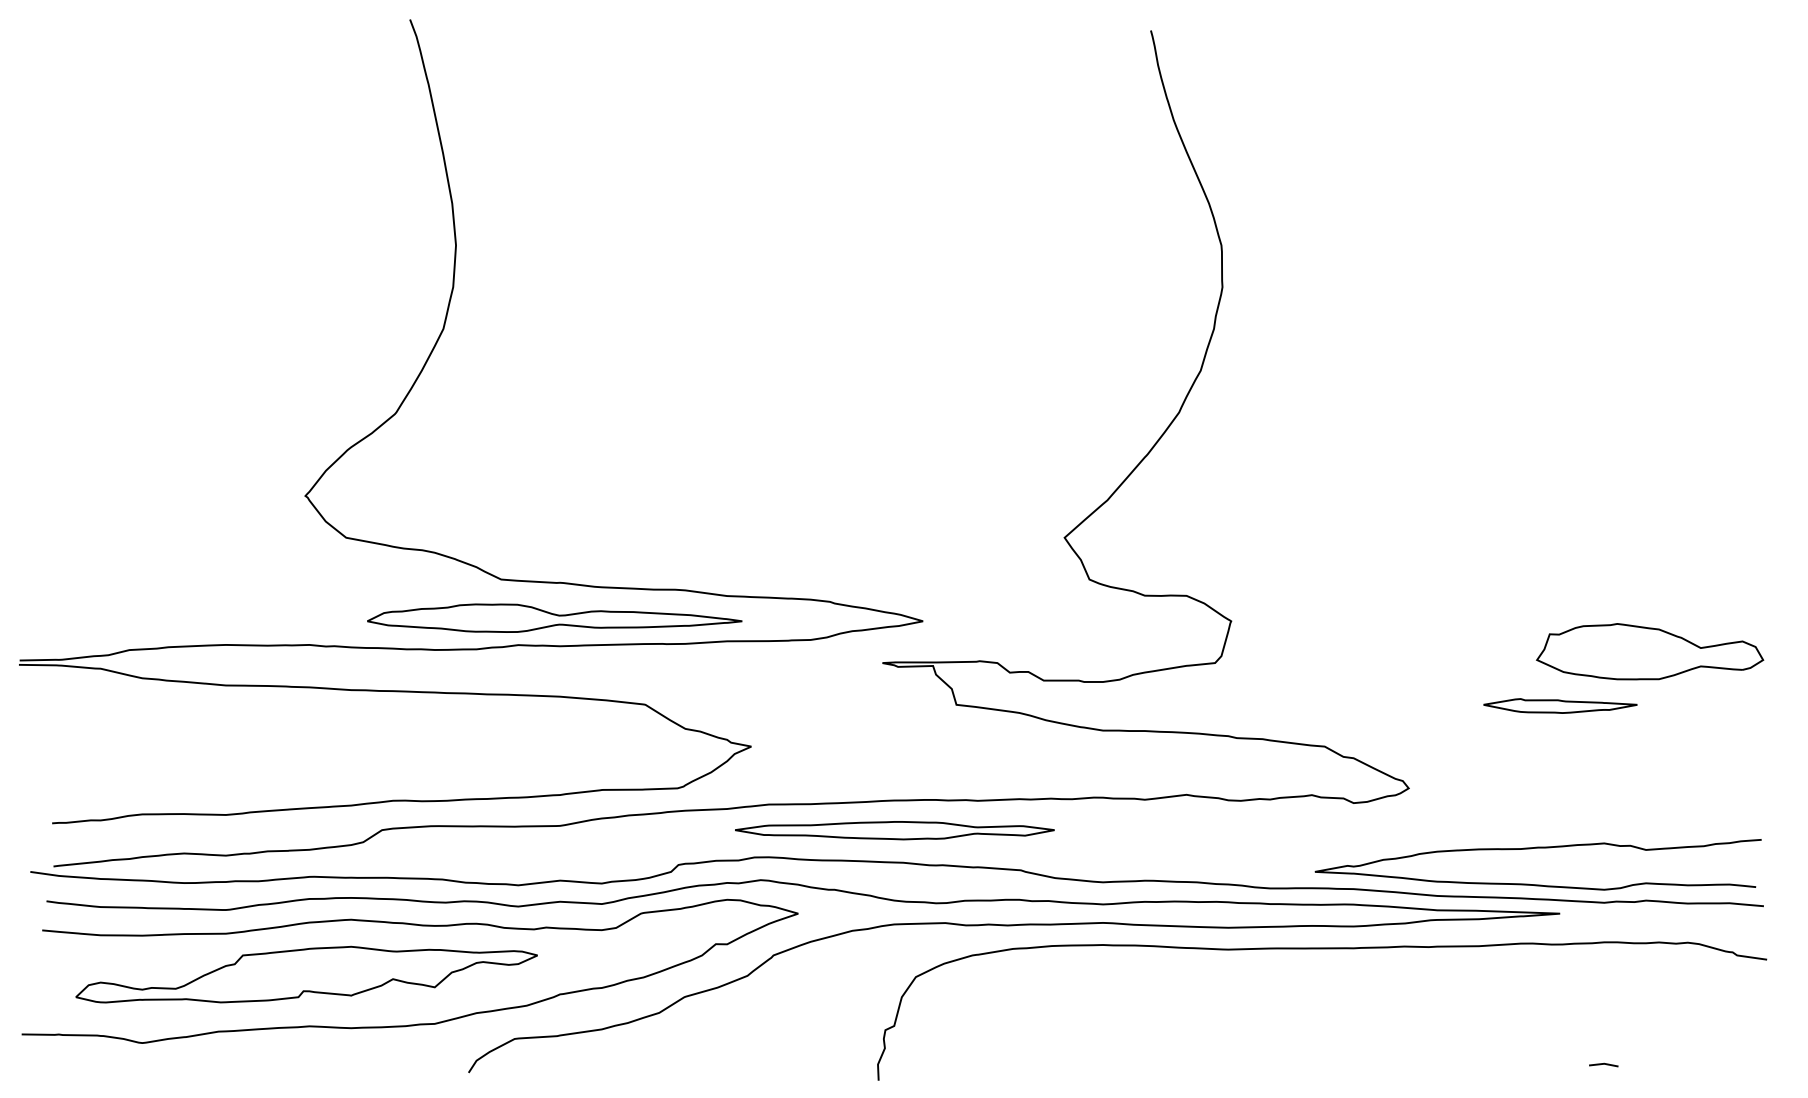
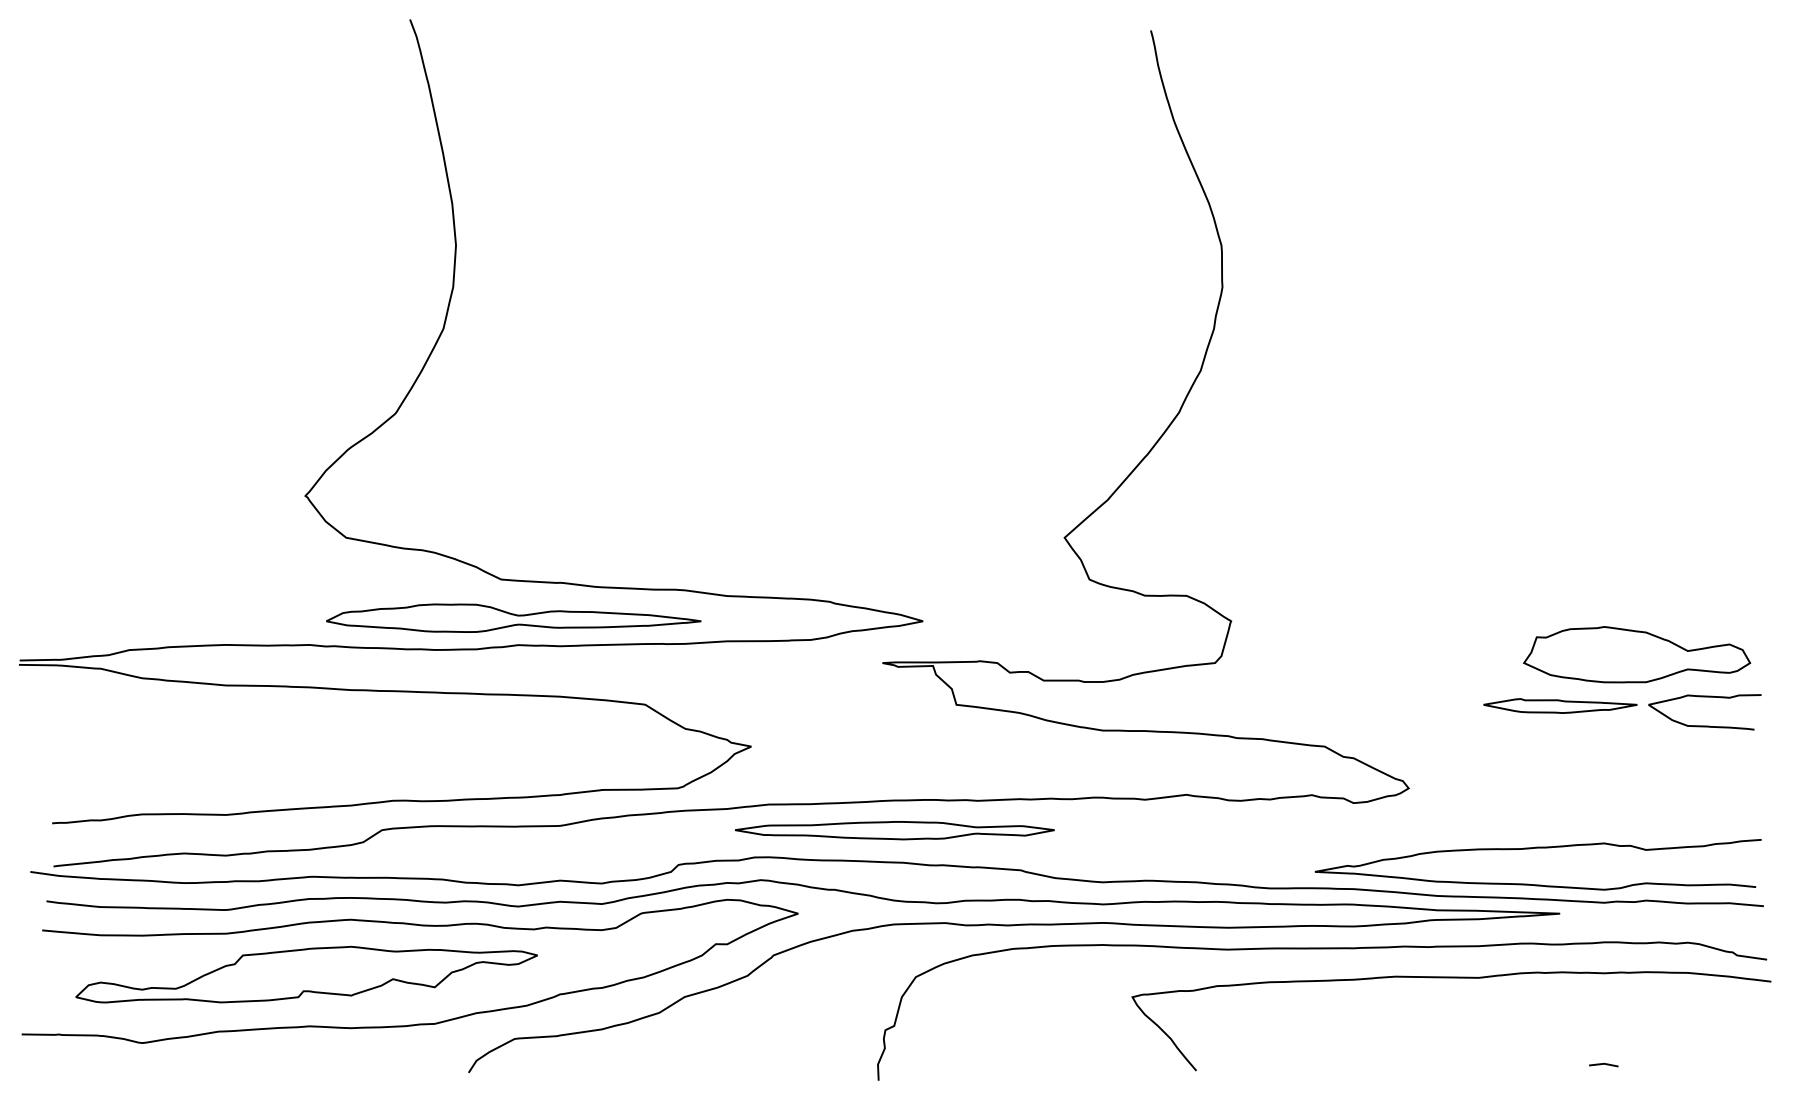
part at (554, 617) position: (554, 617) -> (513, 617)
part at (1650, 651) position: (1650, 651) -> (1637, 654)
curve at (1704, 725): none -> present
curve at (1451, 978): none -> present
